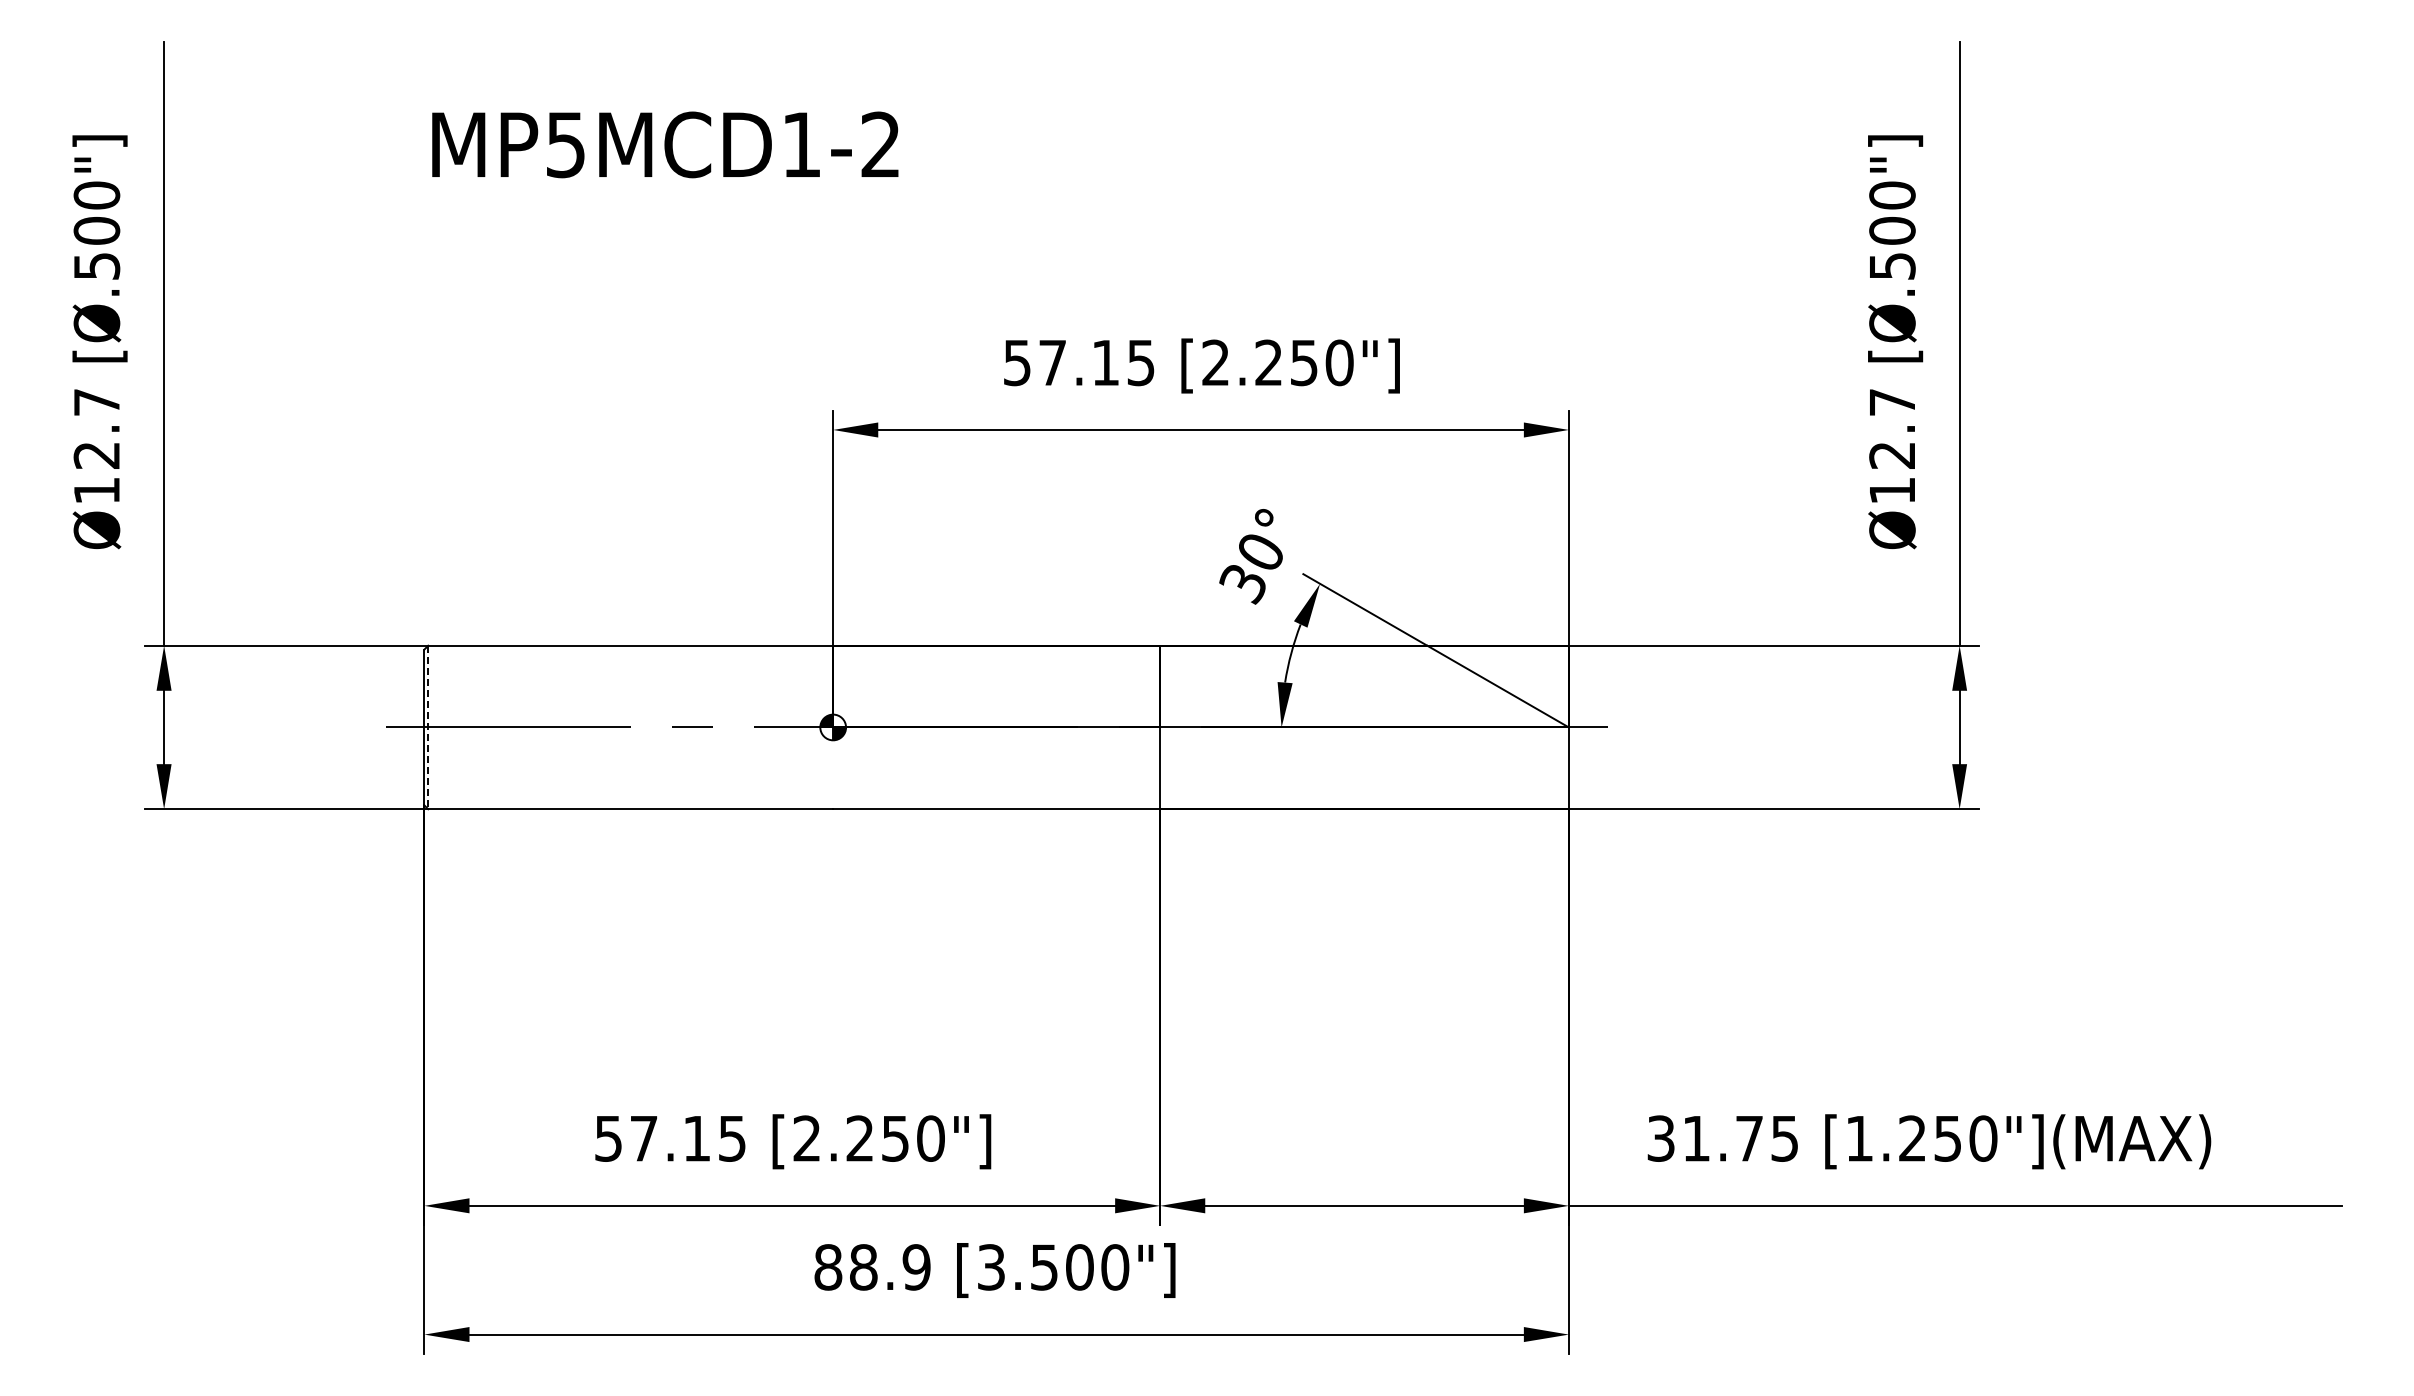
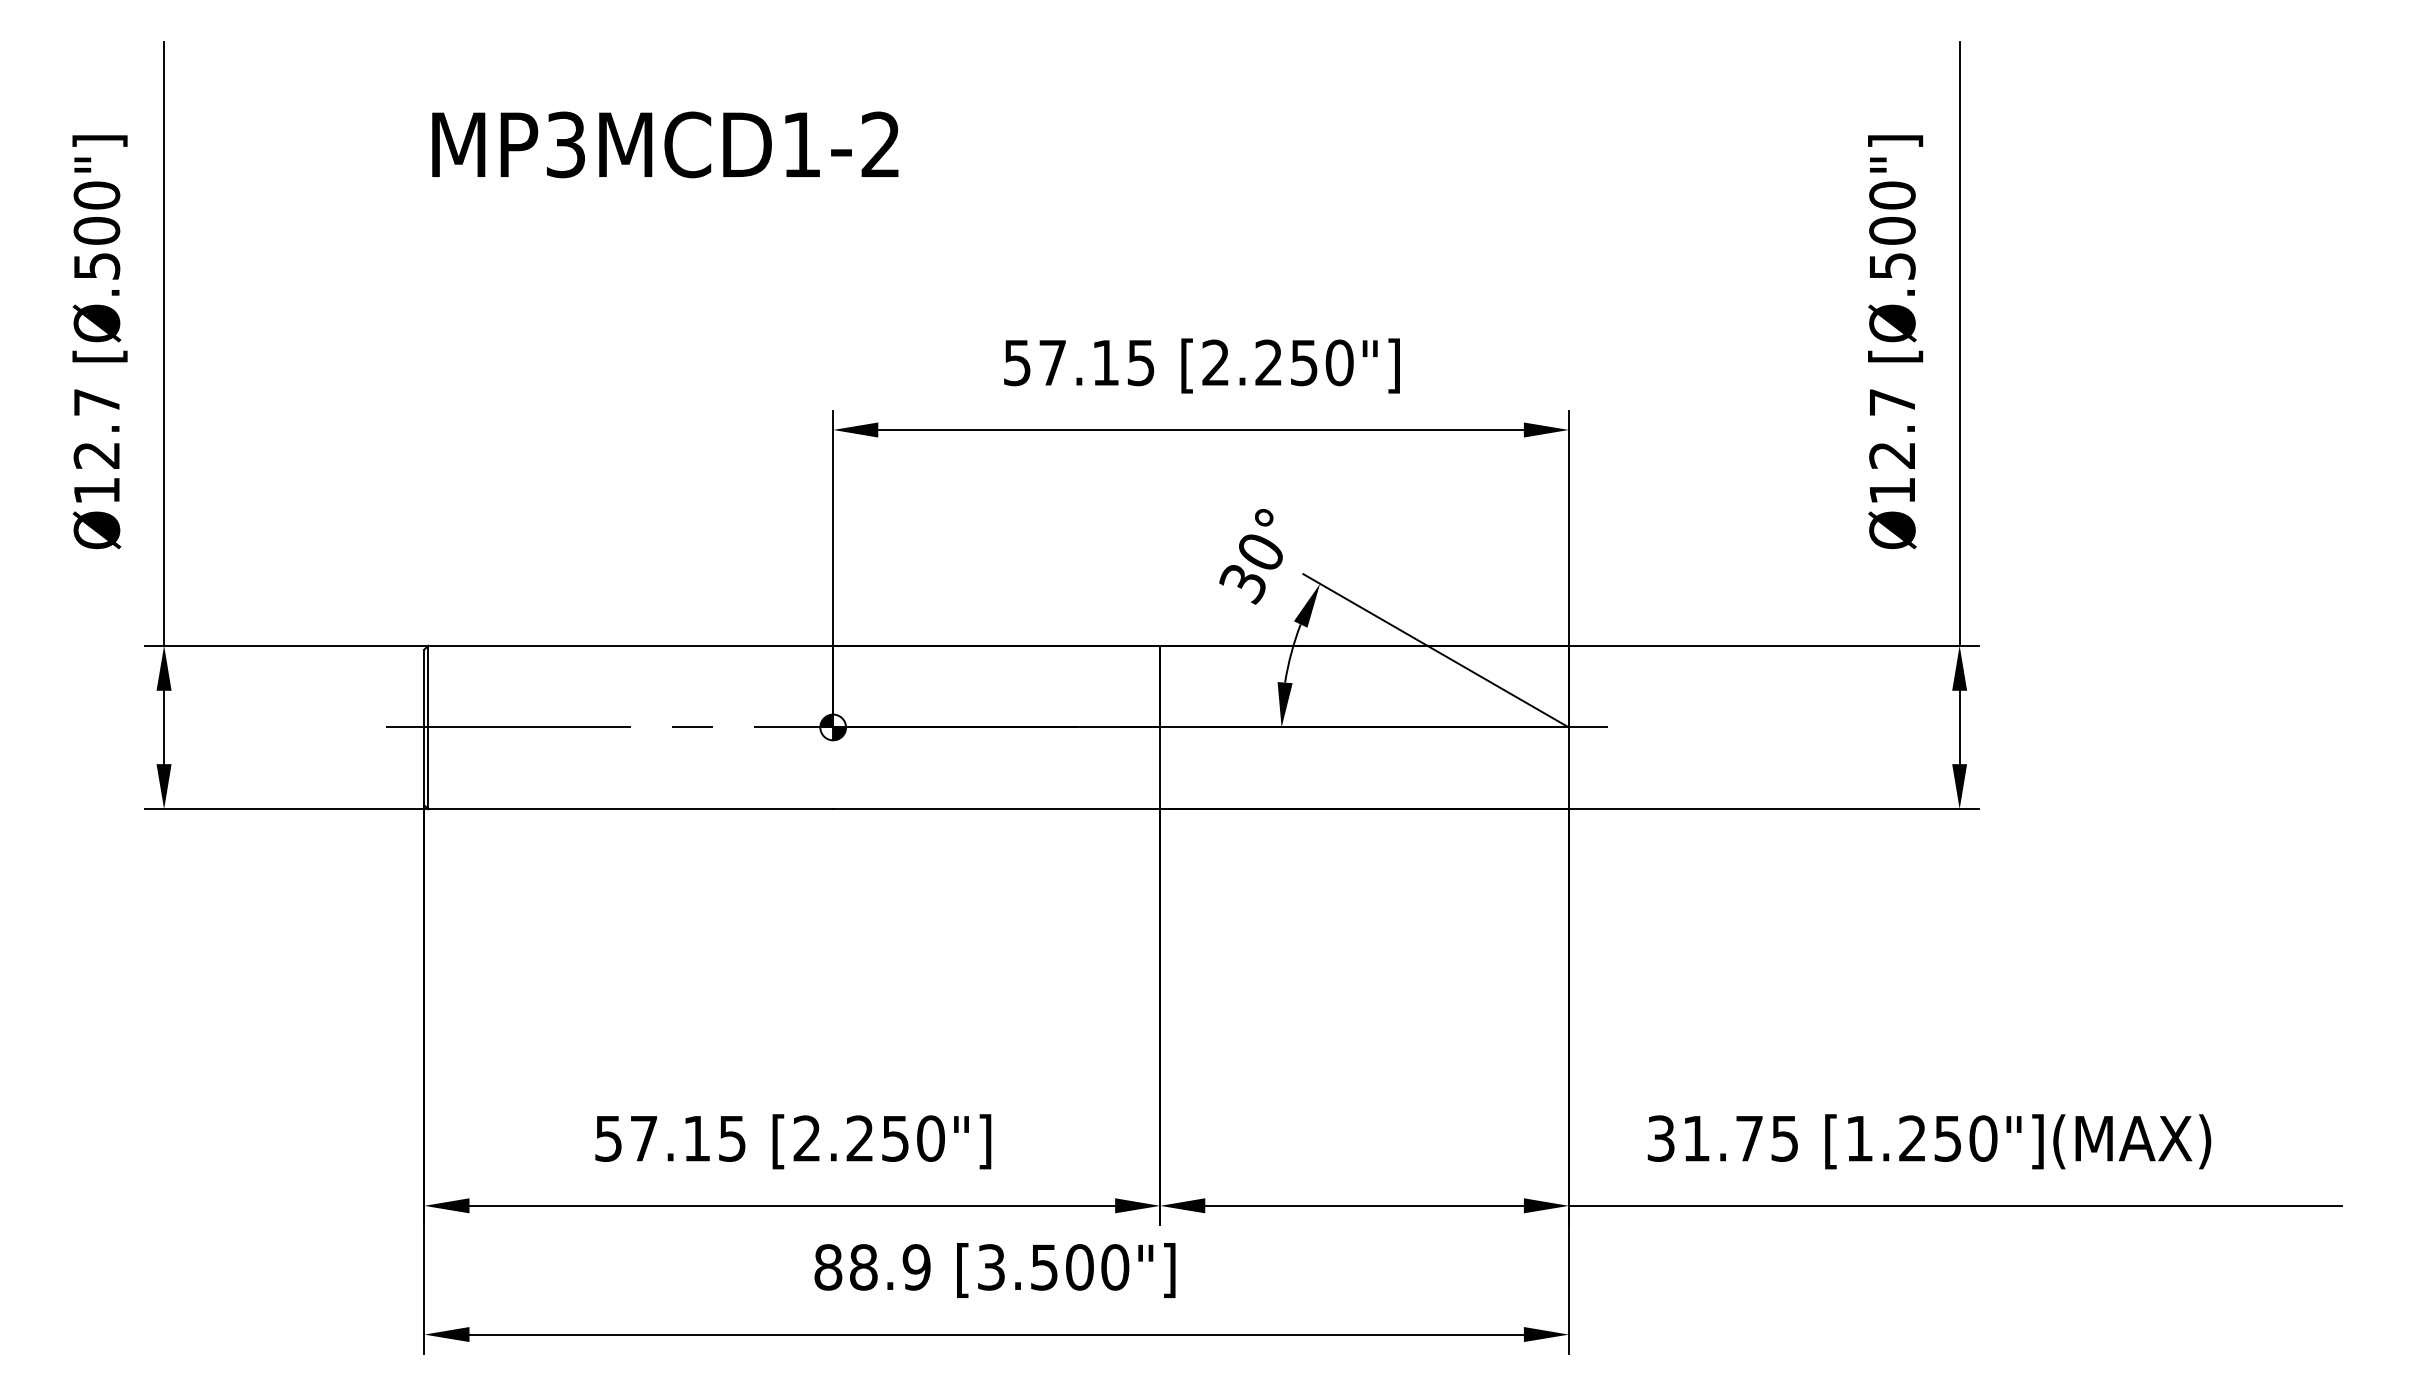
text at (565, 144): MP5MCD1-2 -> MP3MCD1-2
line at (428, 727): dashed -> solid
